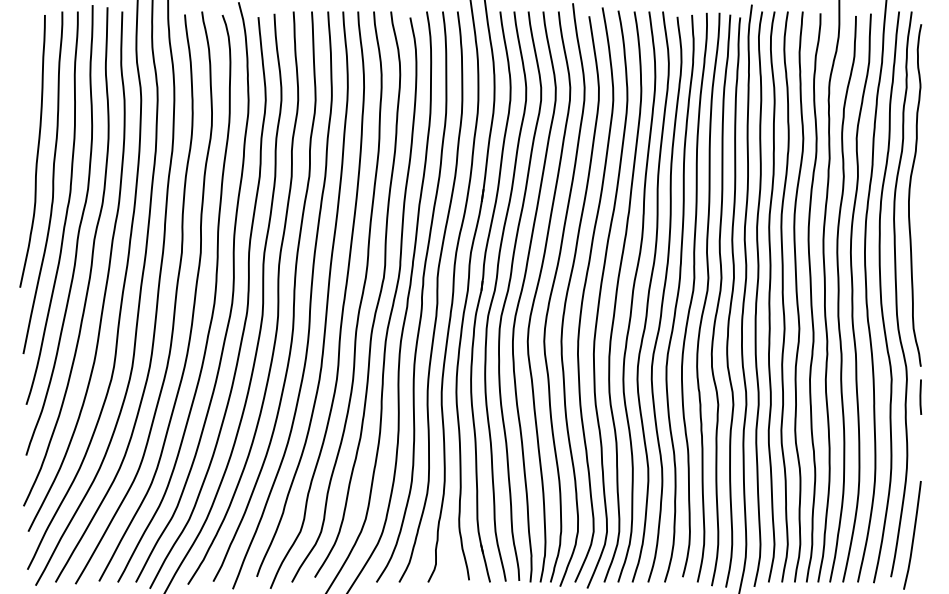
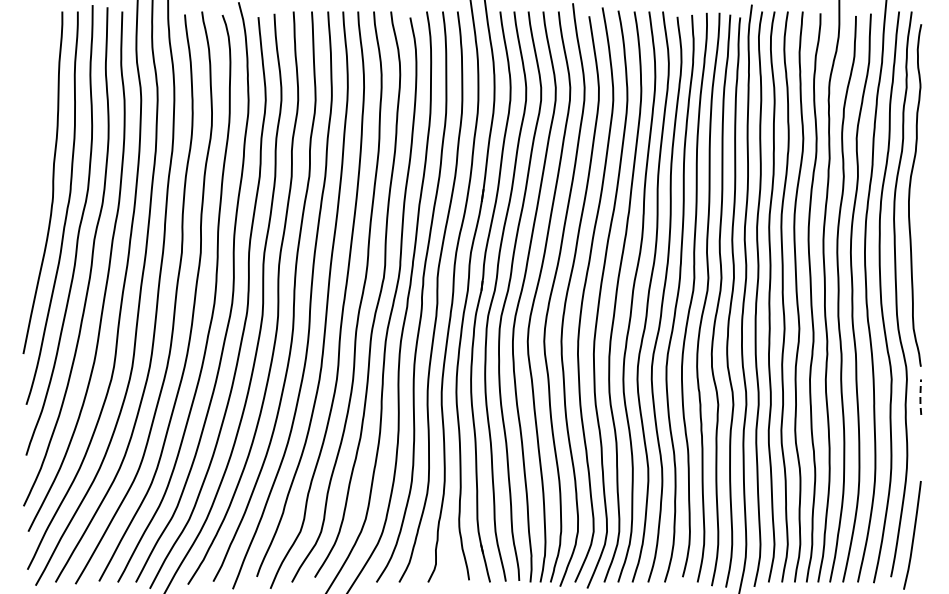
curve at (36, 153): present -> none
line at (920, 397): solid -> dashed
